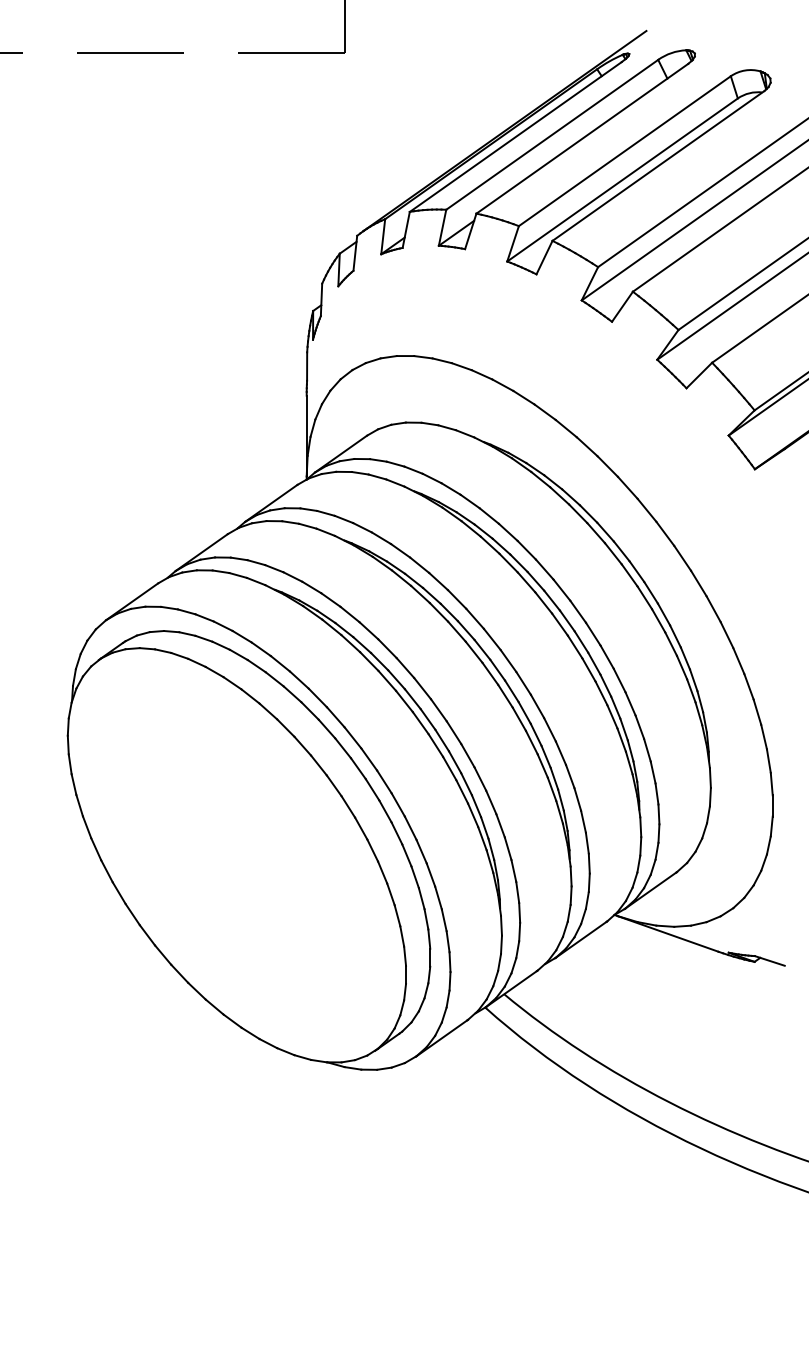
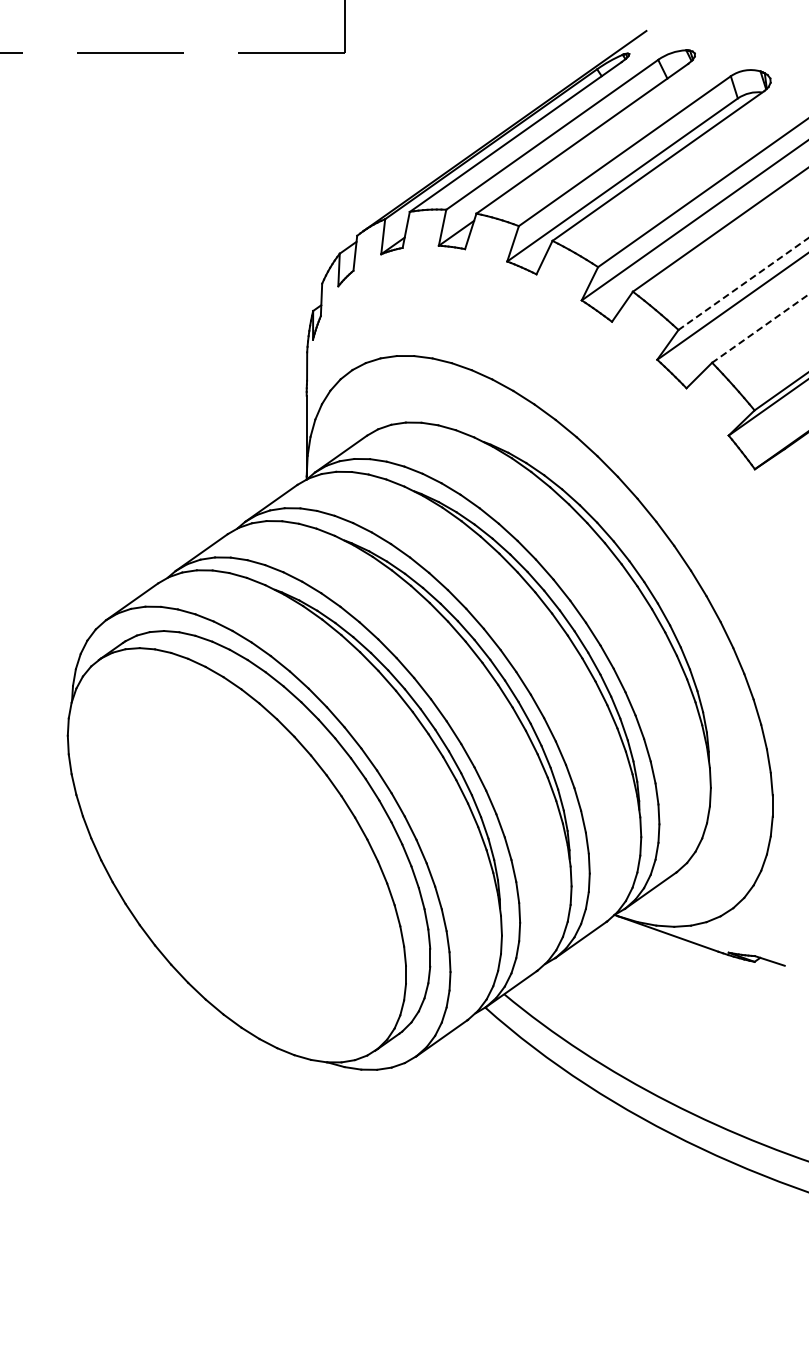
line at (743, 283): solid -> dashed
line at (760, 328): solid -> dashed
